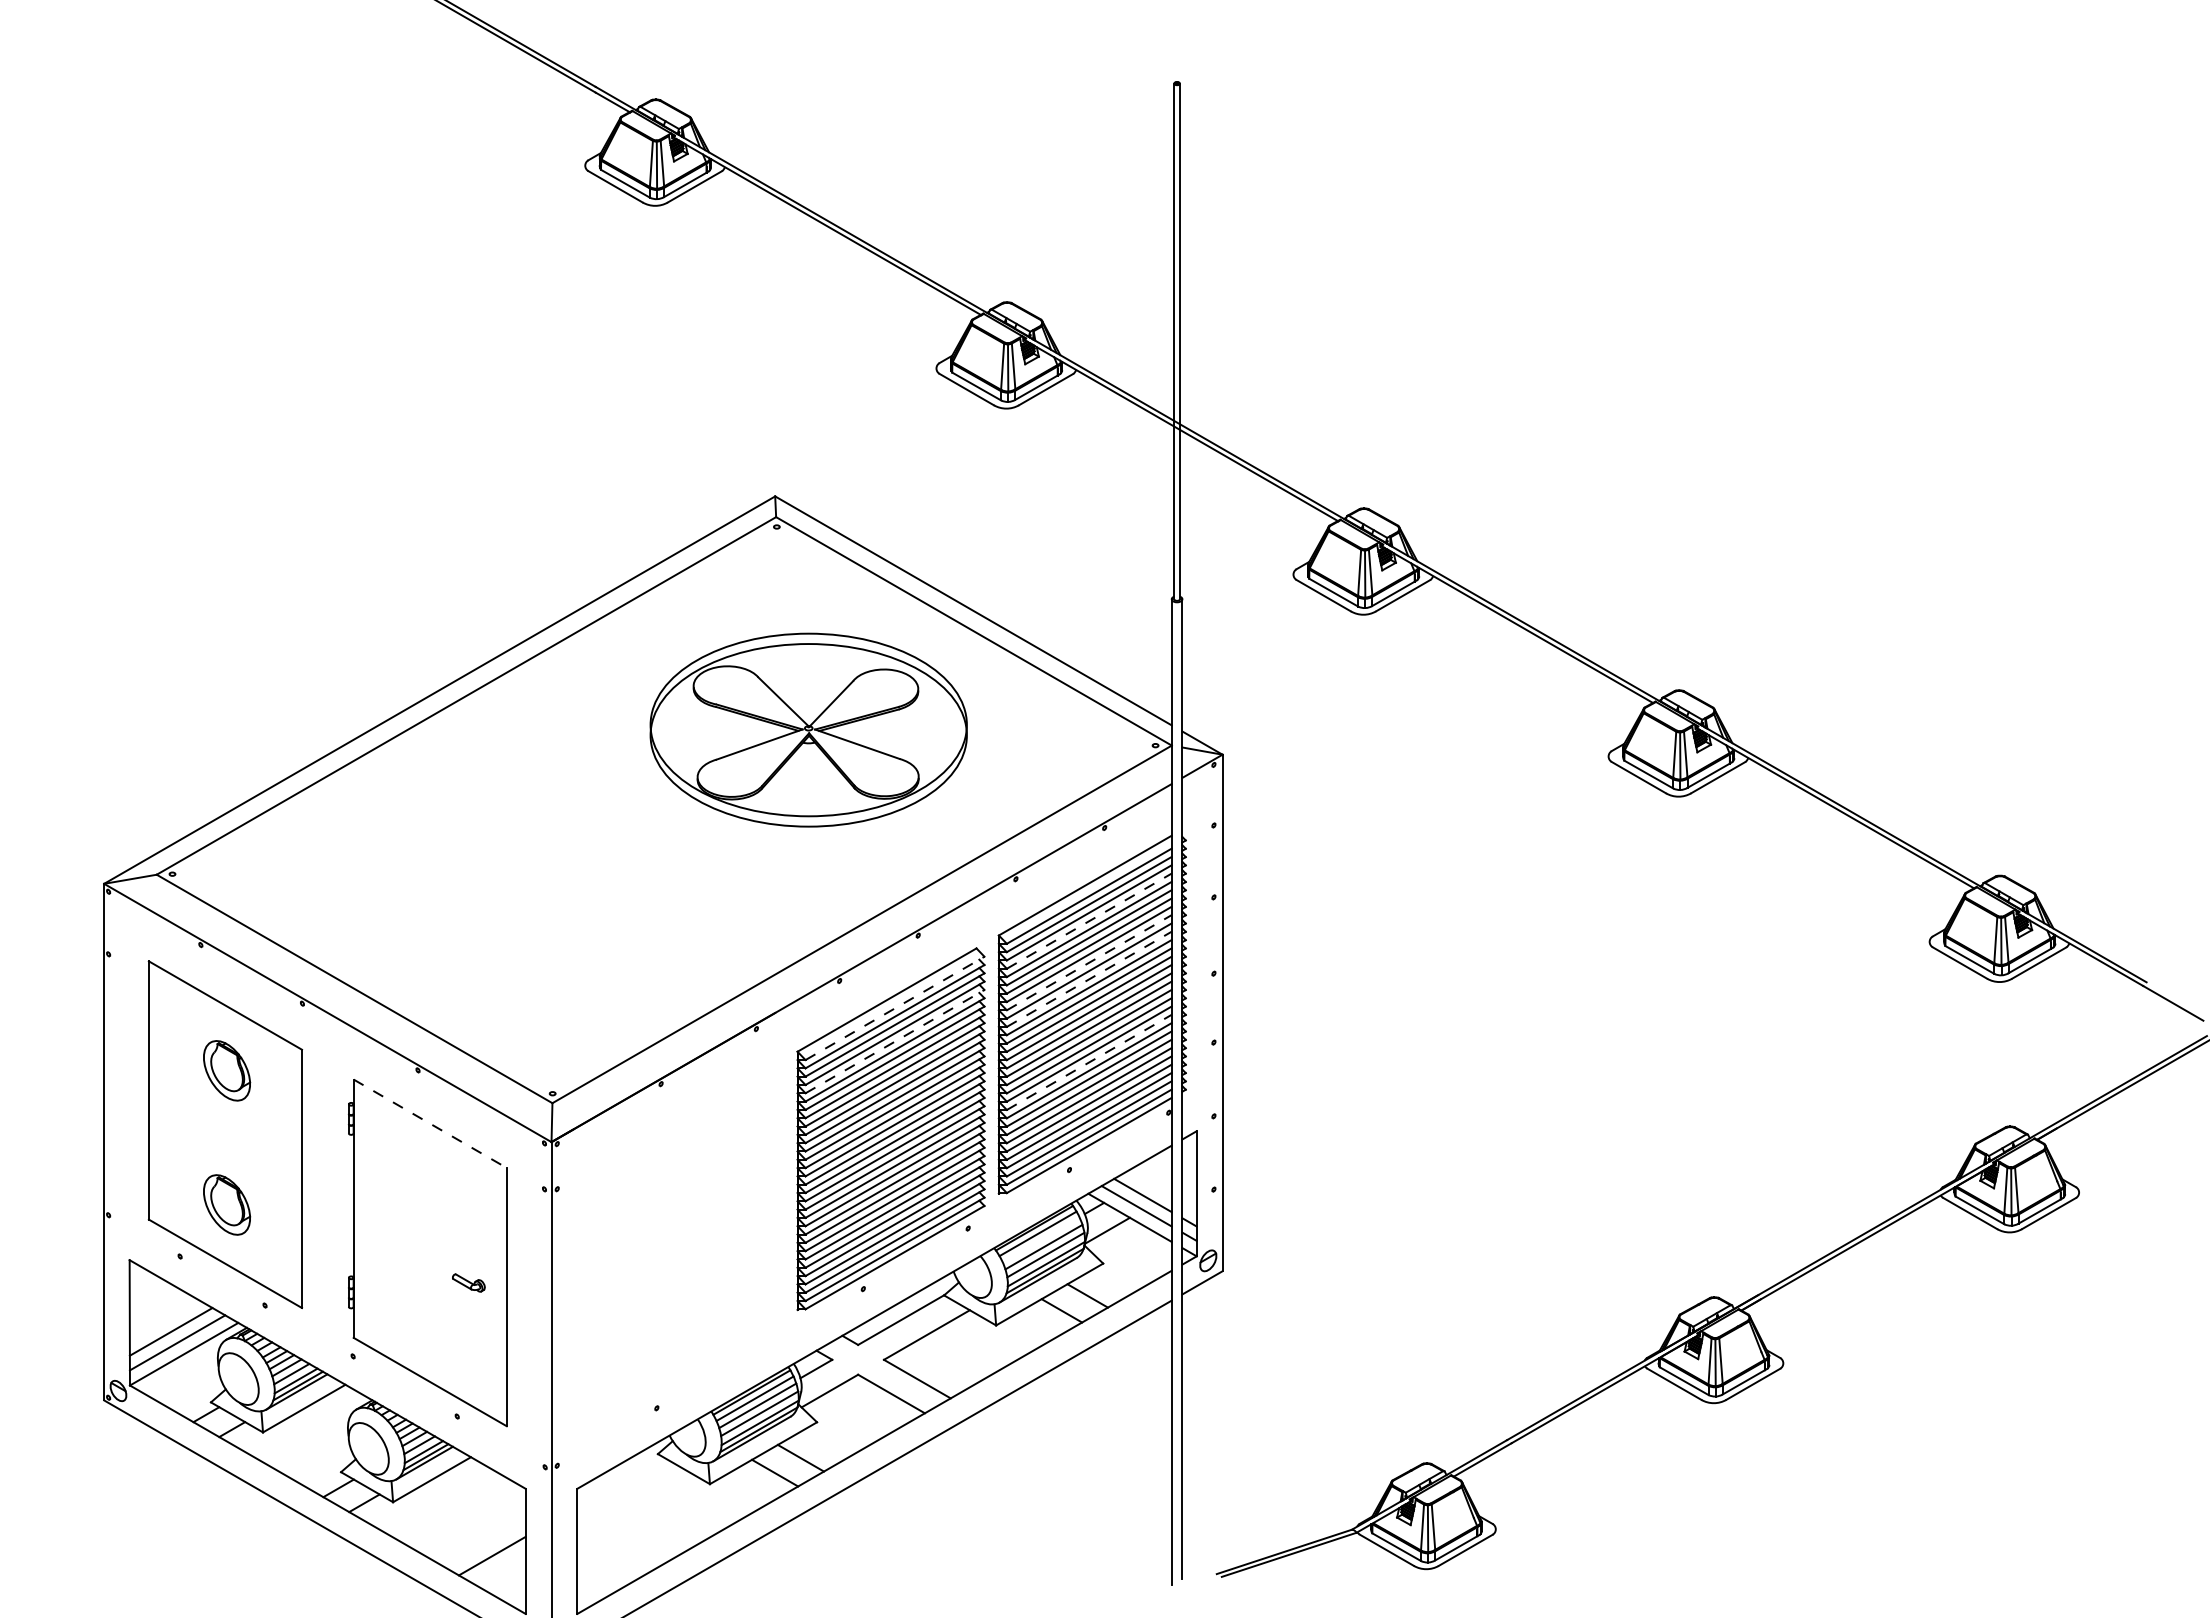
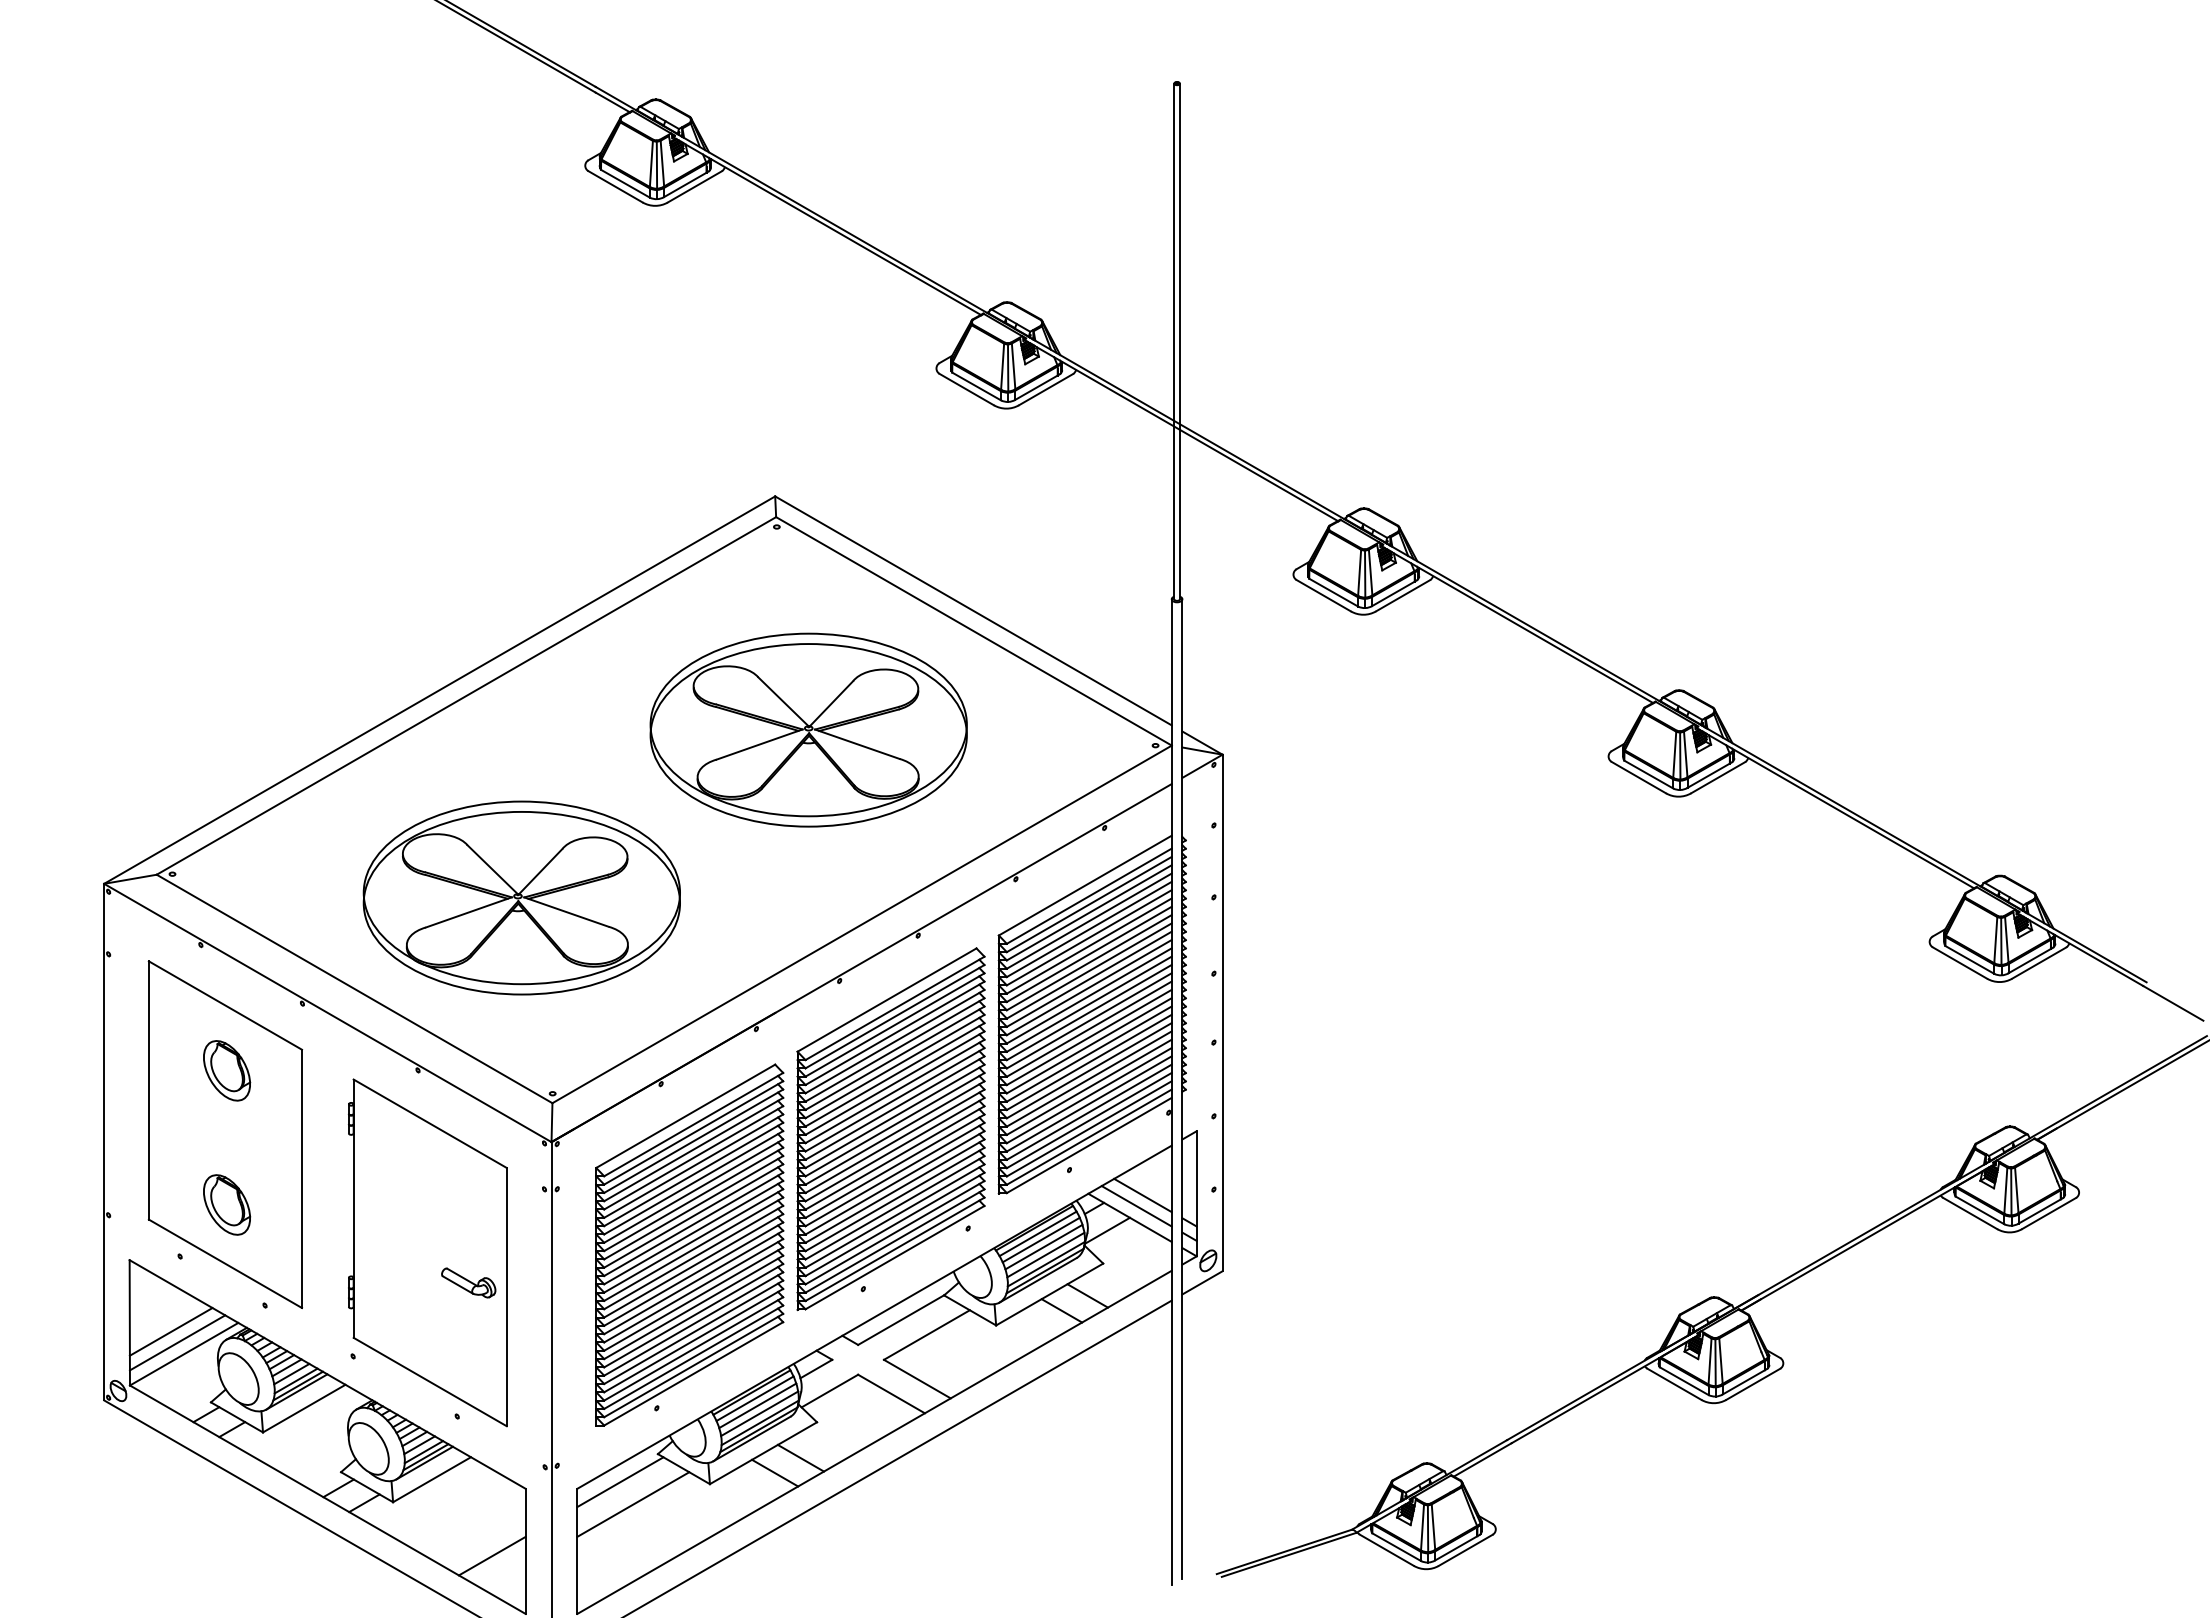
part at (521, 897): none -> present
line at (1089, 920): dashed -> solid
line at (1089, 962): dashed -> solid
line at (1089, 979): dashed -> solid
line at (895, 1008): dashed -> solid
line at (895, 1041): dashed -> solid
line at (1089, 1062): dashed -> solid
line at (430, 1124): dashed -> solid
line at (1040, 1239): none -> present
part at (689, 1244): none -> present
part at (468, 1282) size: 34x20 px -> 56x32 px
line at (620, 1482): none -> present
line at (633, 1504): none -> present
